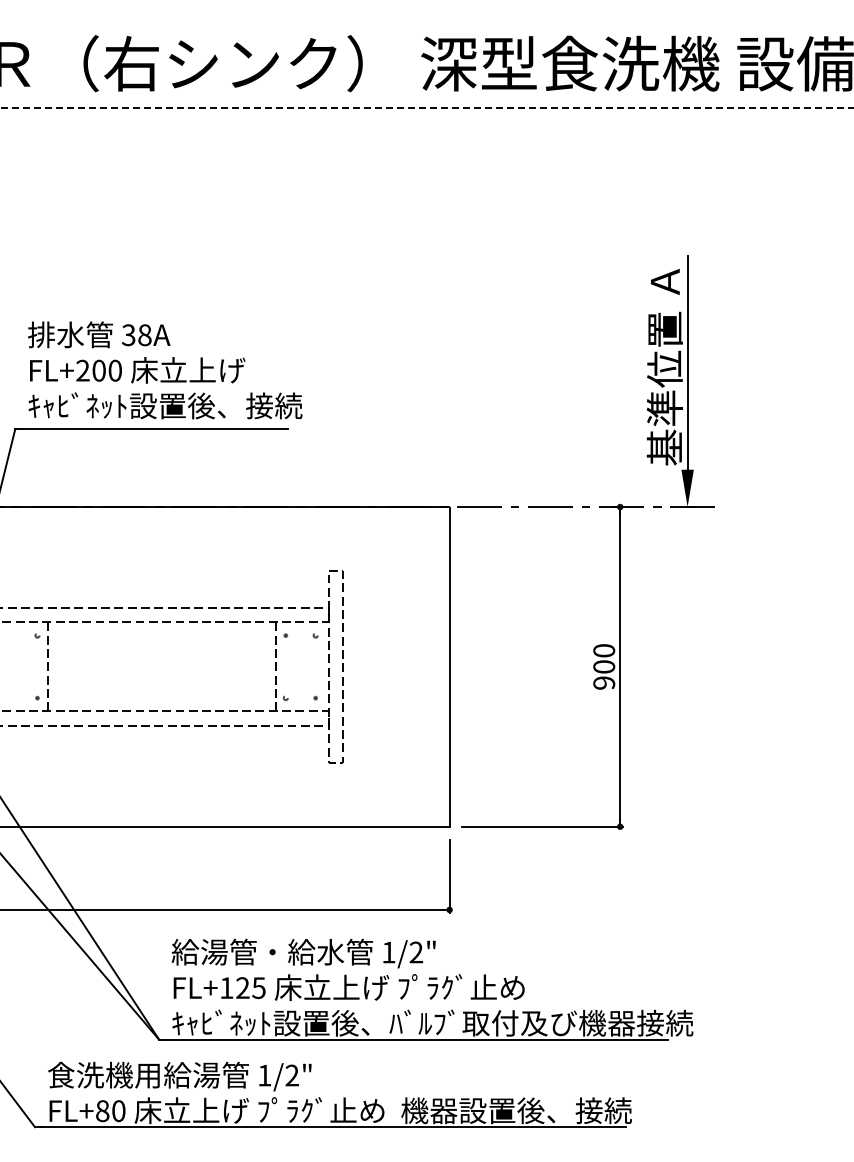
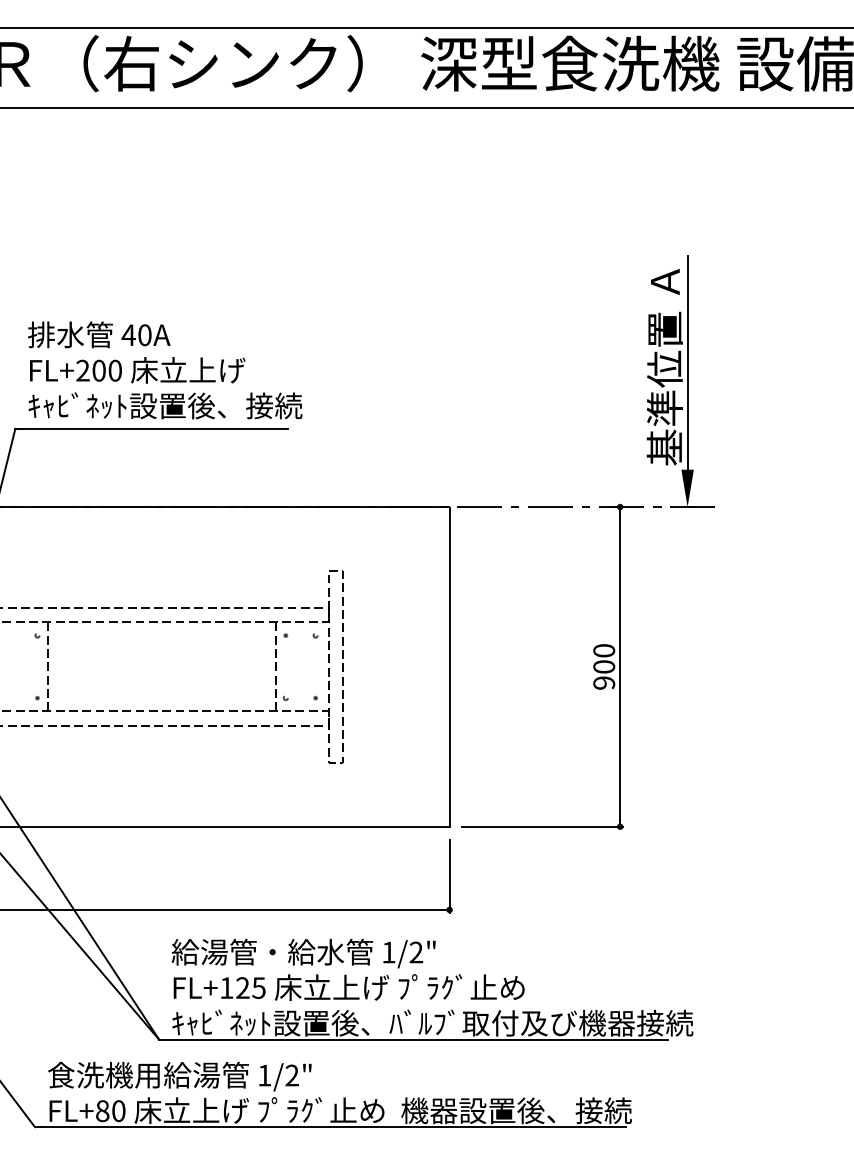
line at (426, 27): none -> present
line at (427, 107): dashed -> solid
text at (136, 335): 38A -> 40A
